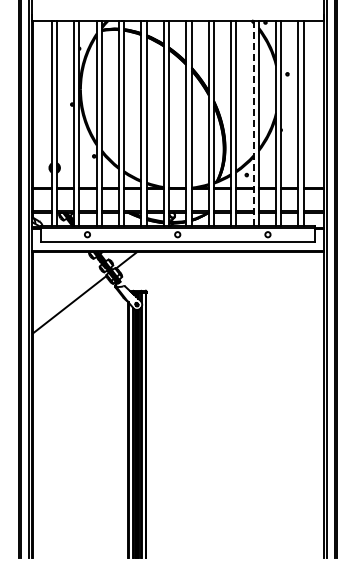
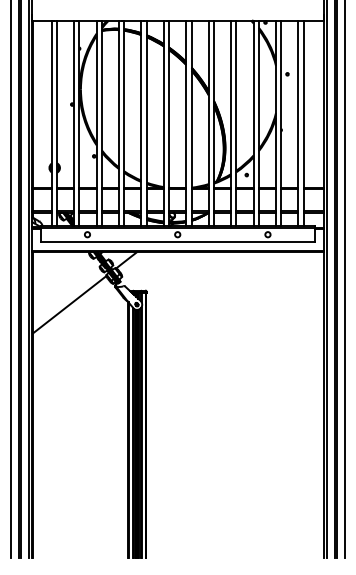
line at (253, 123): dashed -> solid
line at (10, 279): none -> present
line at (345, 279): none -> present
